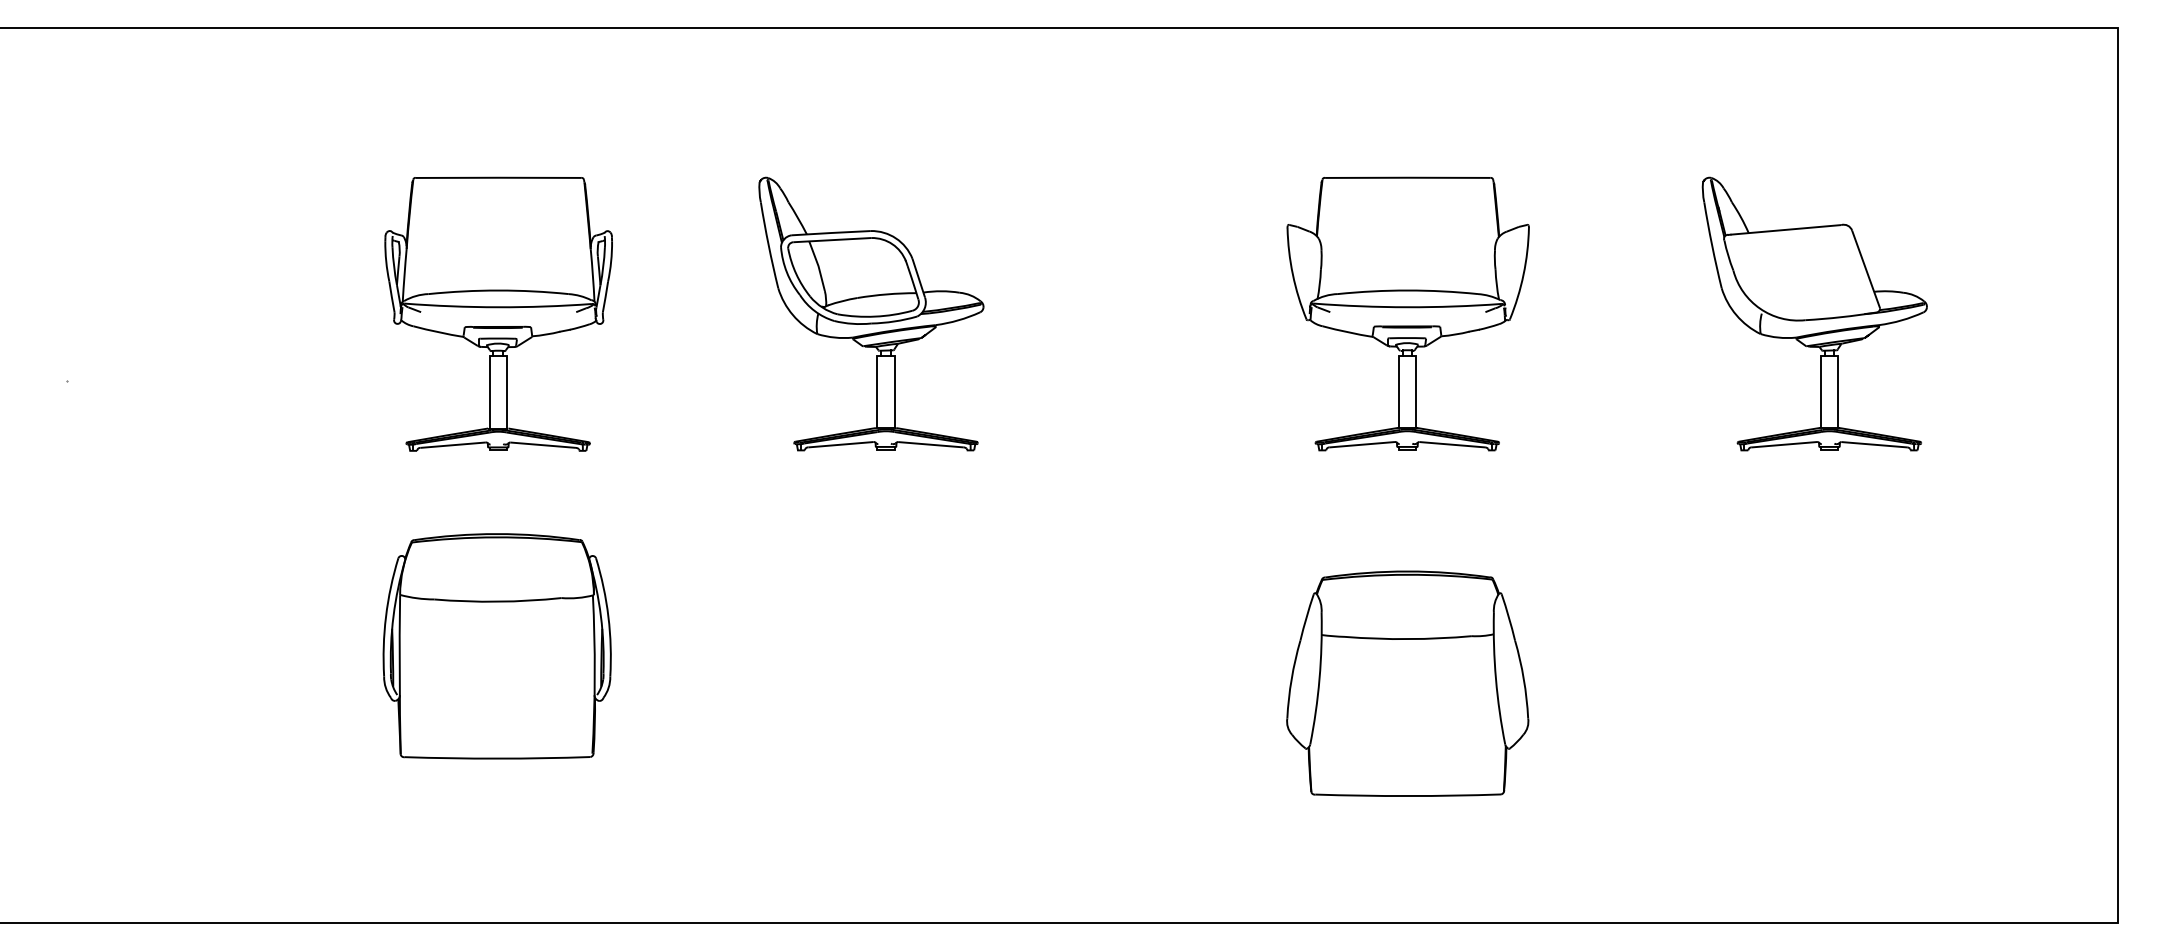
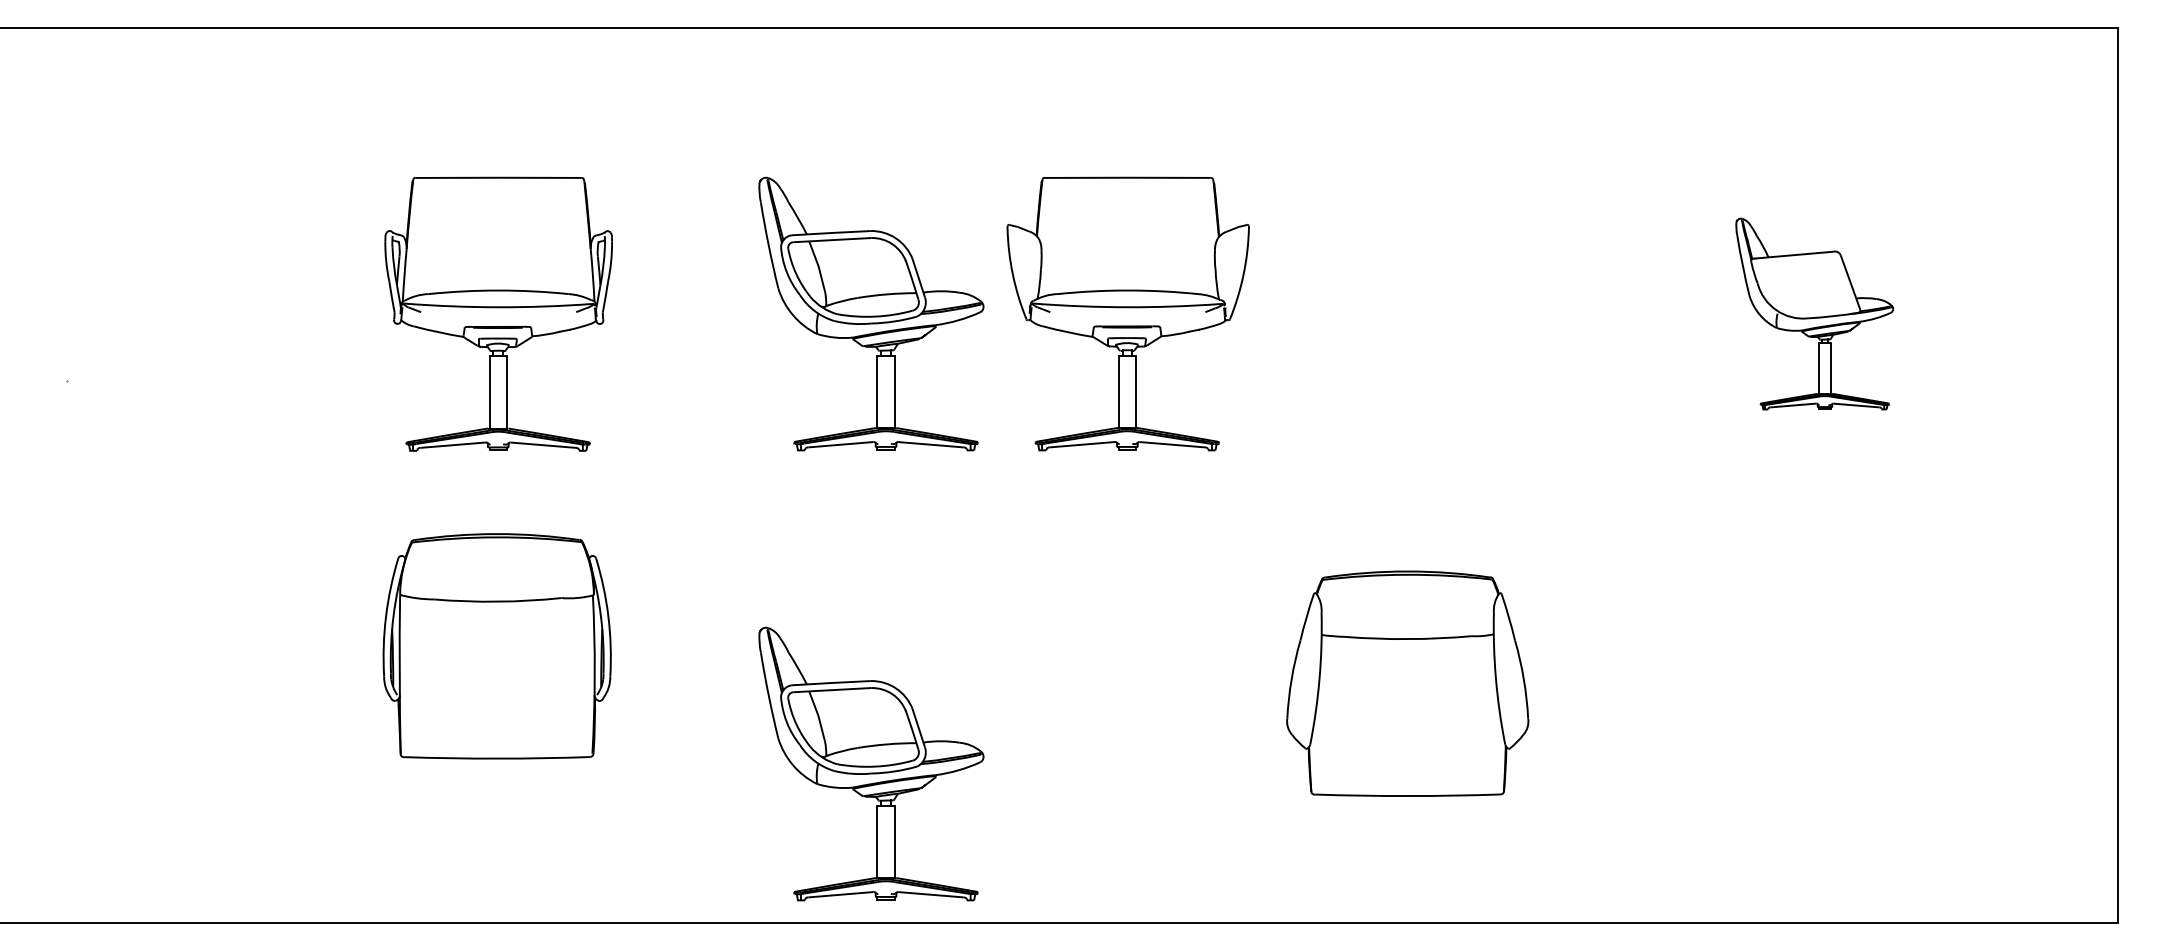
part at (1407, 313) position: (1407, 313) -> (1127, 313)
part at (1814, 313) size: 227x276 px -> 160x194 px
part at (871, 763): none -> present
